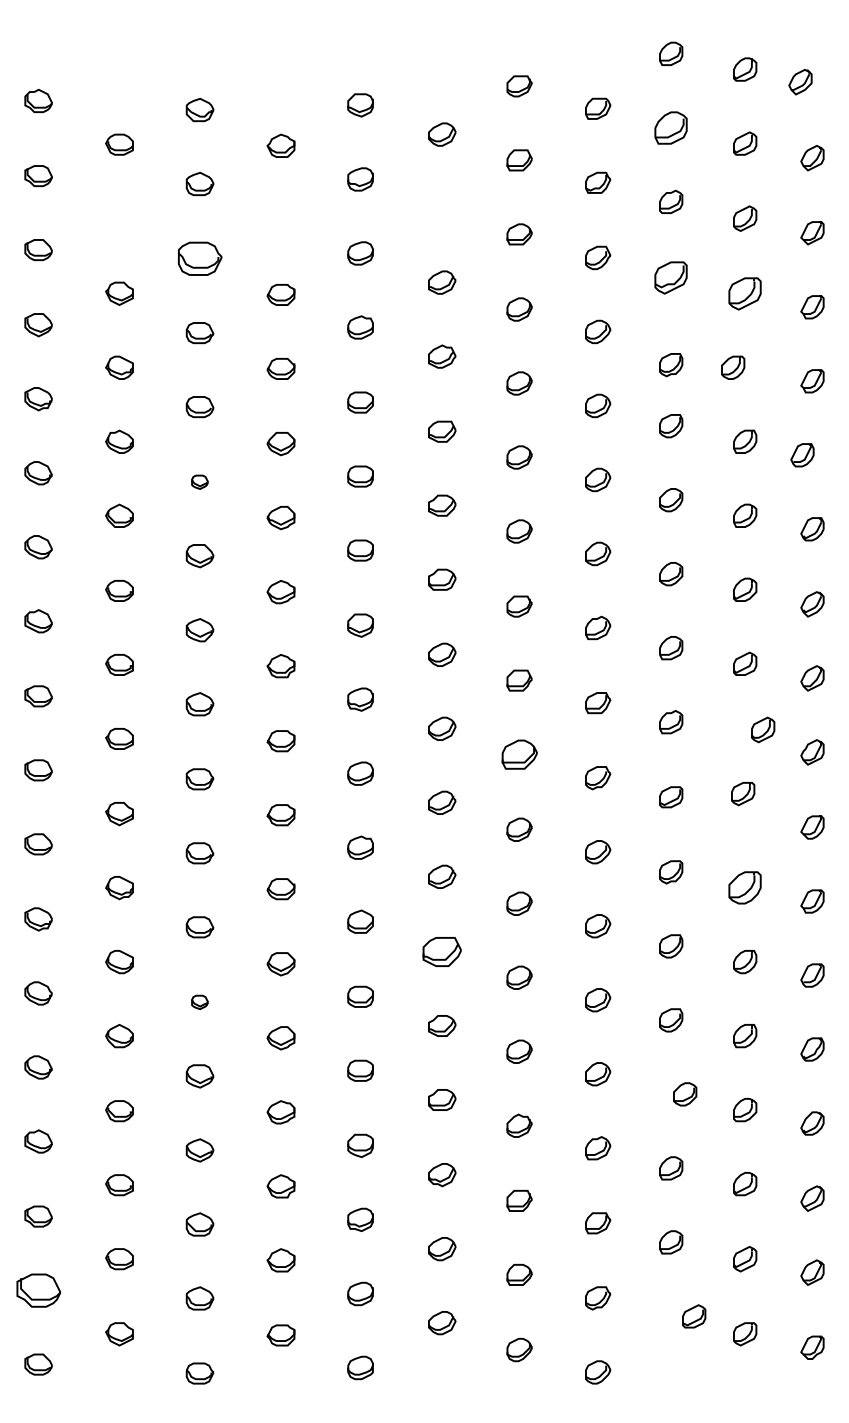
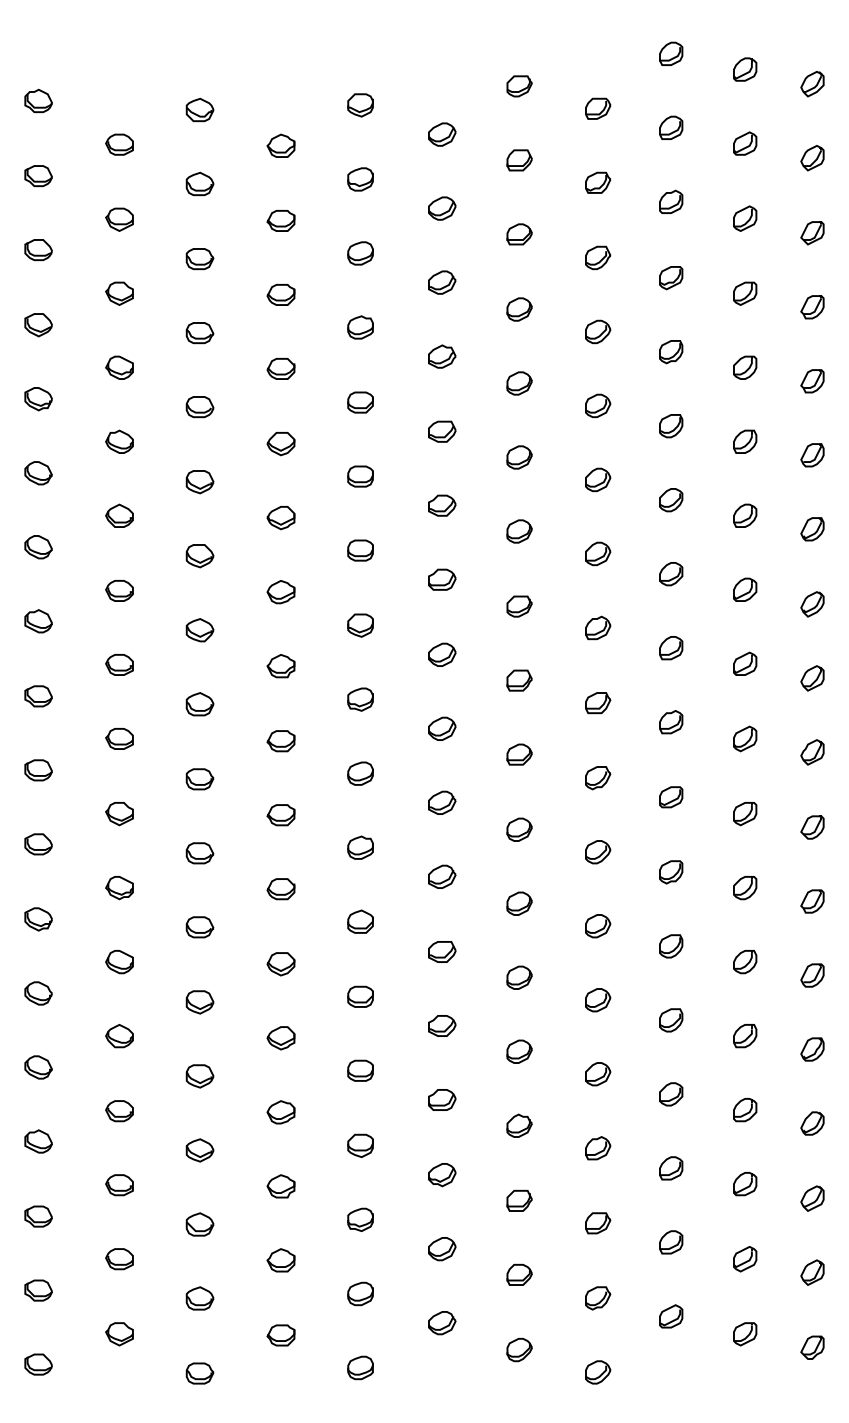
part at (800, 82) position: (800, 82) -> (812, 84)
part at (670, 127) size: 34x34 px -> 25x25 px
part at (442, 208): none -> present
part at (119, 219): none -> present
part at (280, 220): none -> present
part at (200, 258) size: 45x35 px -> 30x23 px
part at (670, 277) size: 34x34 px -> 25x25 px
part at (744, 293) size: 34x34 px -> 25x25 px
part at (671, 365) position: (671, 365) -> (671, 352)
part at (733, 367) position: (733, 367) -> (745, 367)
part at (802, 455) position: (802, 455) -> (812, 455)
part at (199, 481) size: 18x16 px -> 30x25 px
part at (763, 729) position: (763, 729) -> (745, 738)
part at (519, 754) size: 37x31 px -> 27x23 px
part at (743, 794) position: (743, 794) -> (745, 814)
part at (744, 887) size: 34x34 px -> 25x25 px
part at (441, 951) size: 40x30 px -> 29x22 px
part at (199, 1001) size: 18x16 px -> 30x25 px
part at (685, 1094) position: (685, 1094) -> (671, 1094)
part at (38, 1290) size: 45x35 px -> 29x23 px
part at (694, 1316) position: (694, 1316) -> (671, 1316)
